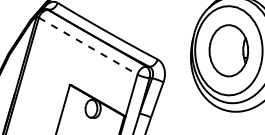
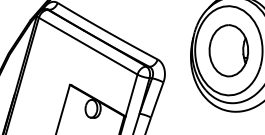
line at (88, 46): dashed -> solid
